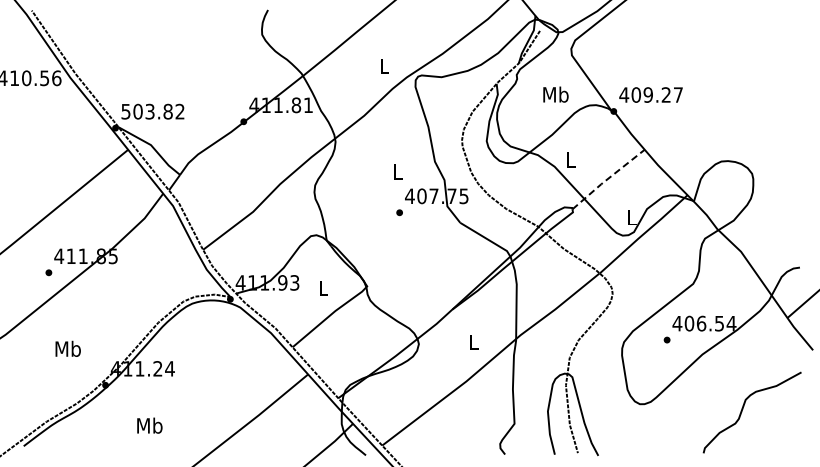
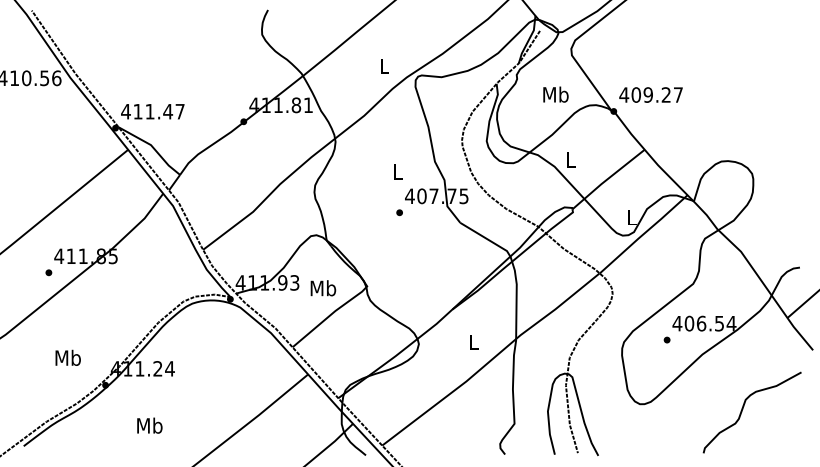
text at (152, 111): 503.82 -> 411.47
line at (607, 179): dashed -> solid
text at (323, 288): L -> Mb
text at (67, 348) position: (67, 348) -> (67, 357)
